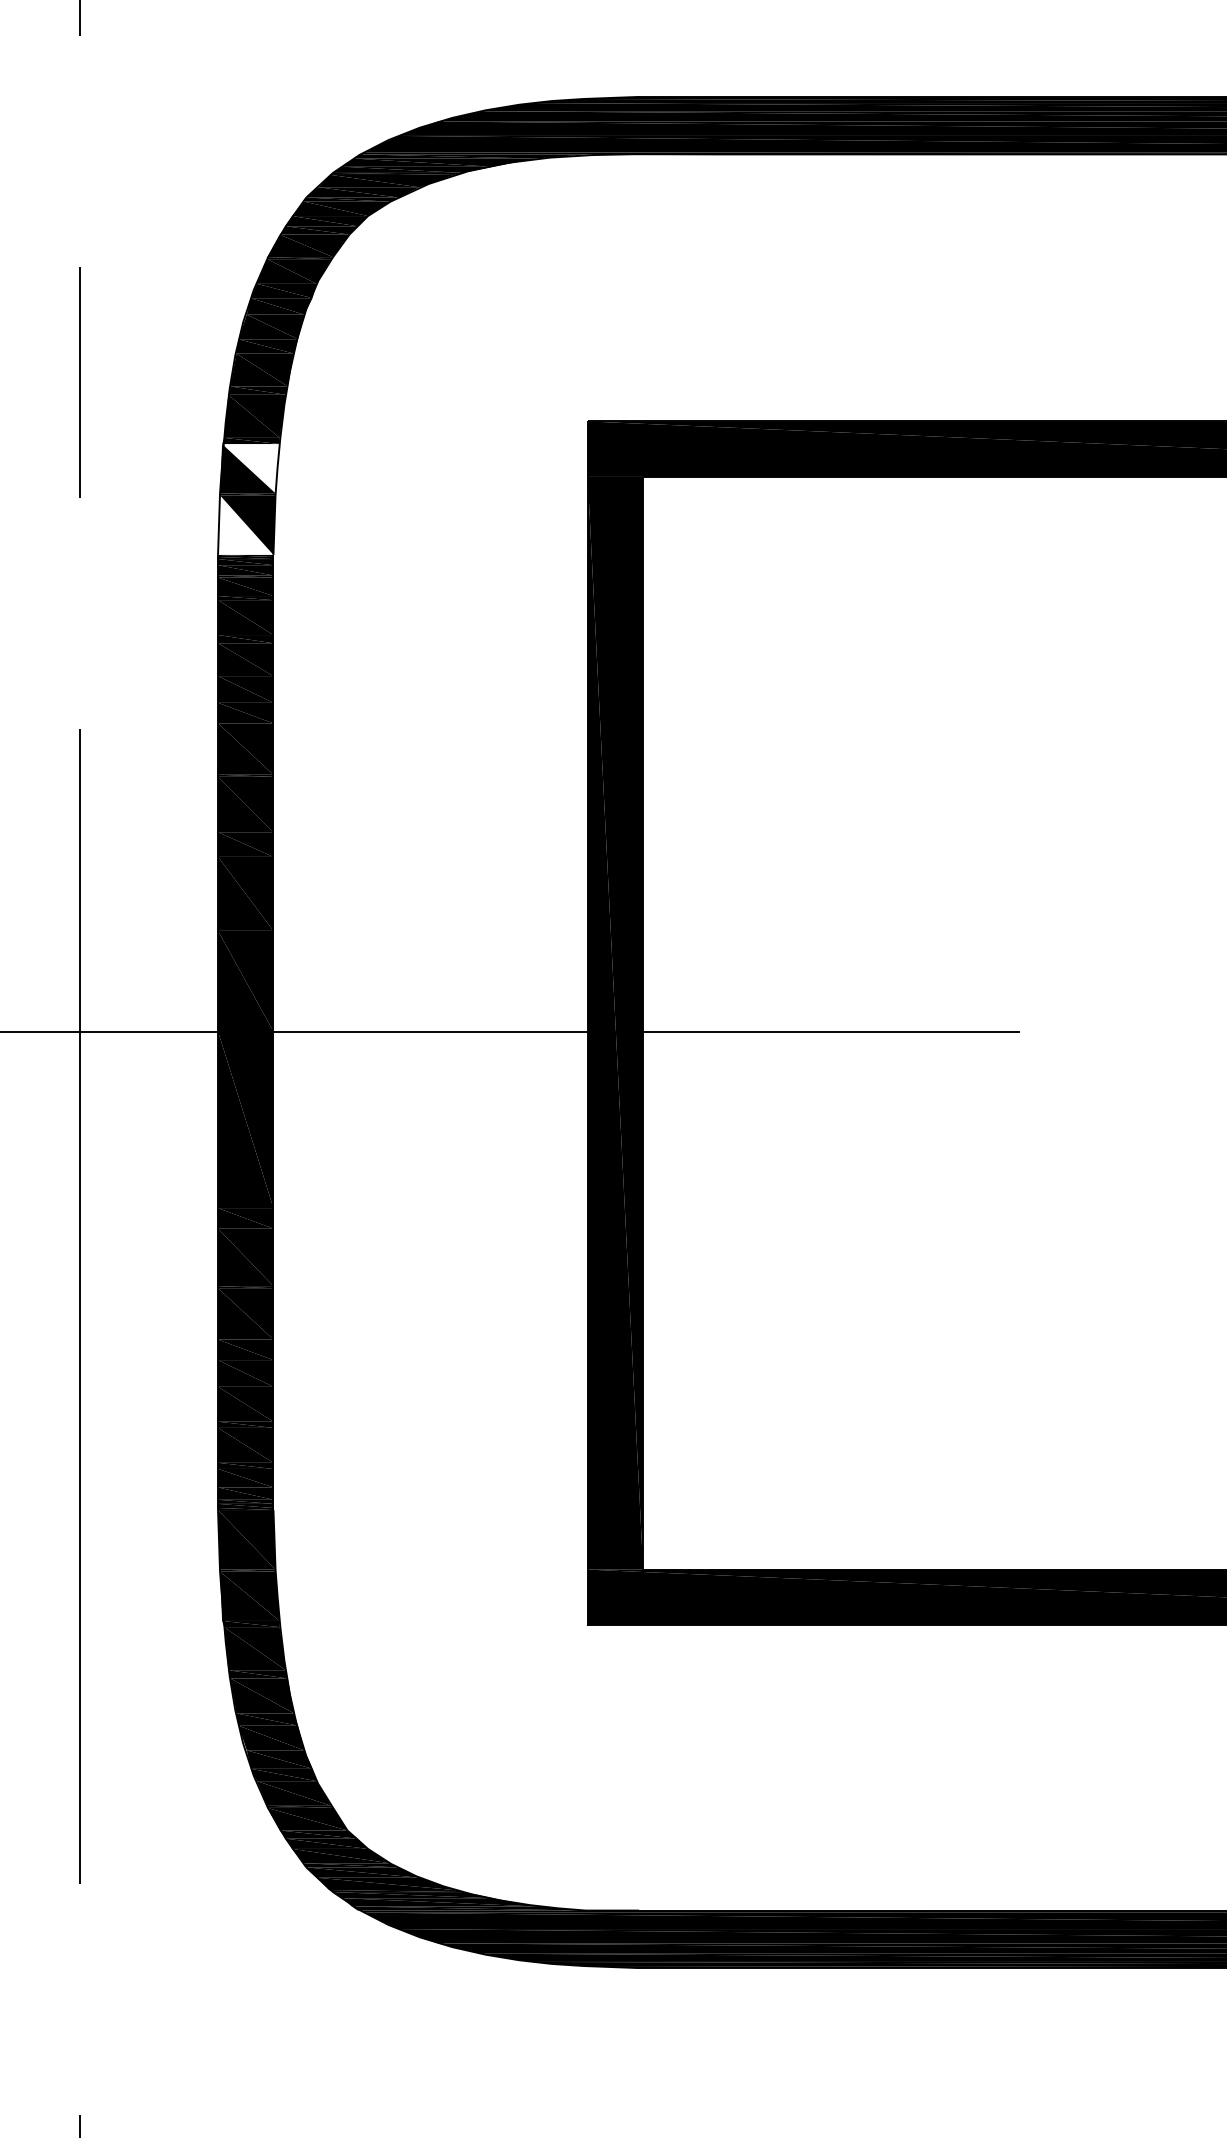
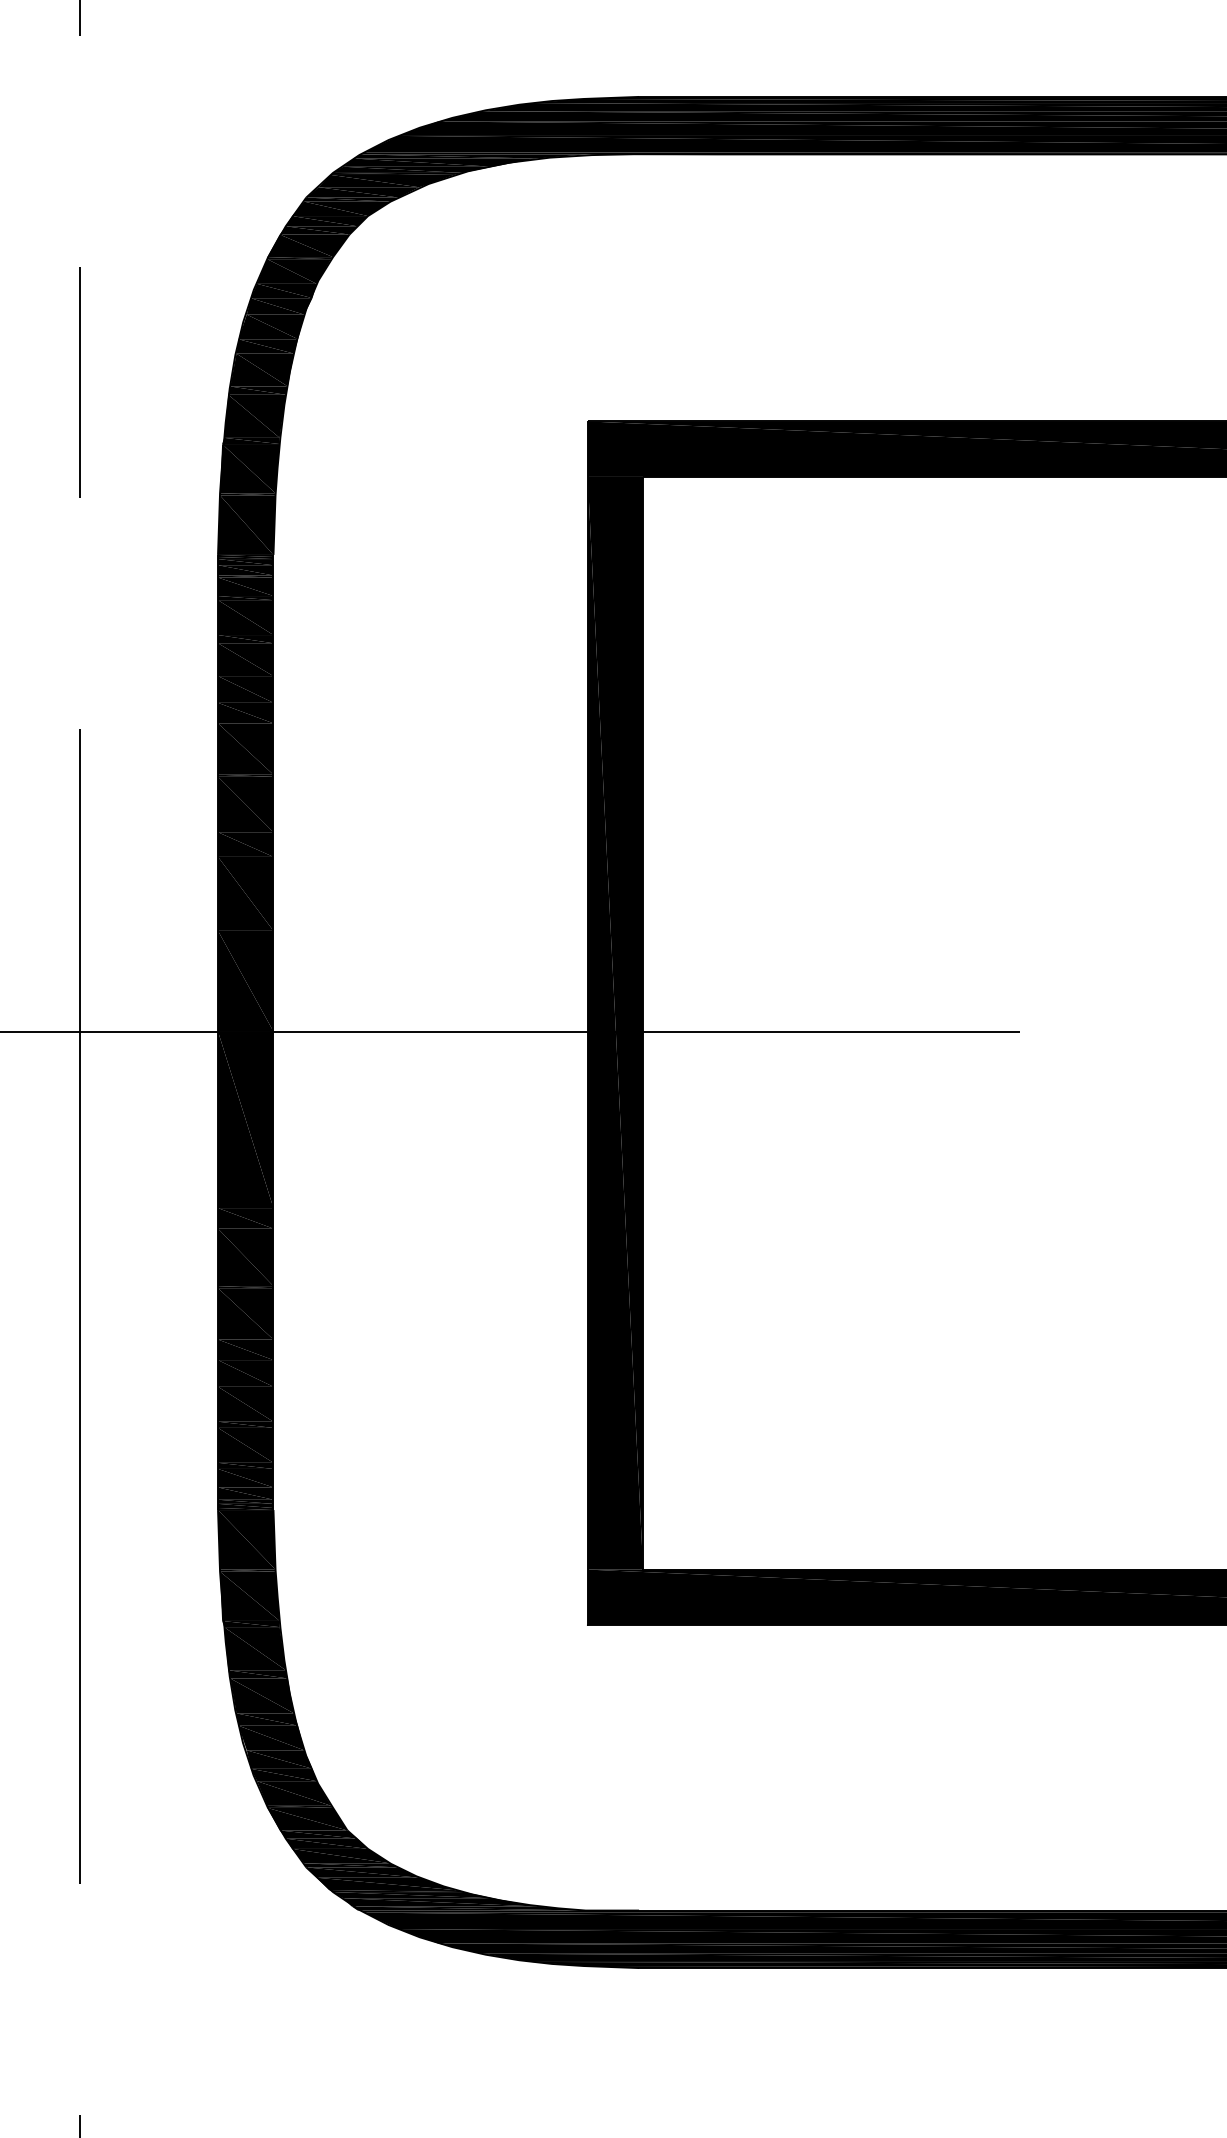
fill at (250, 468): none -> present
fill at (245, 524): none -> present
